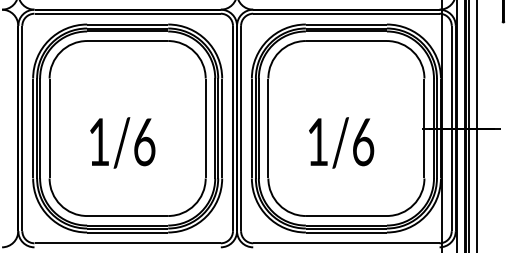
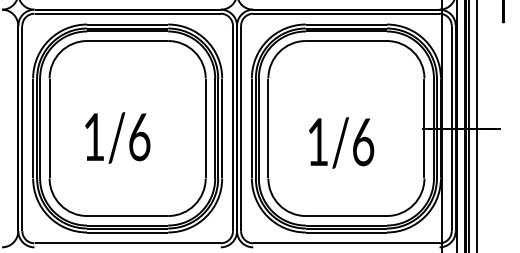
text at (122, 142) position: (122, 142) -> (117, 137)
